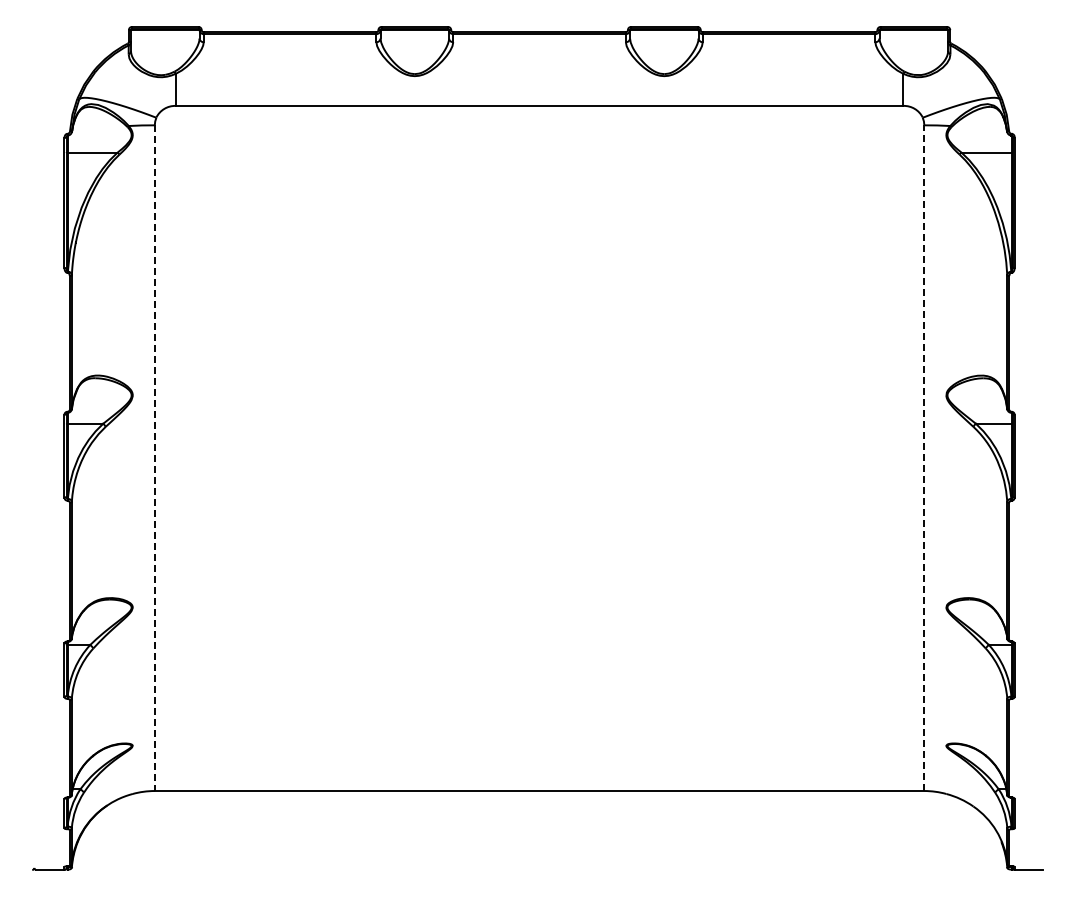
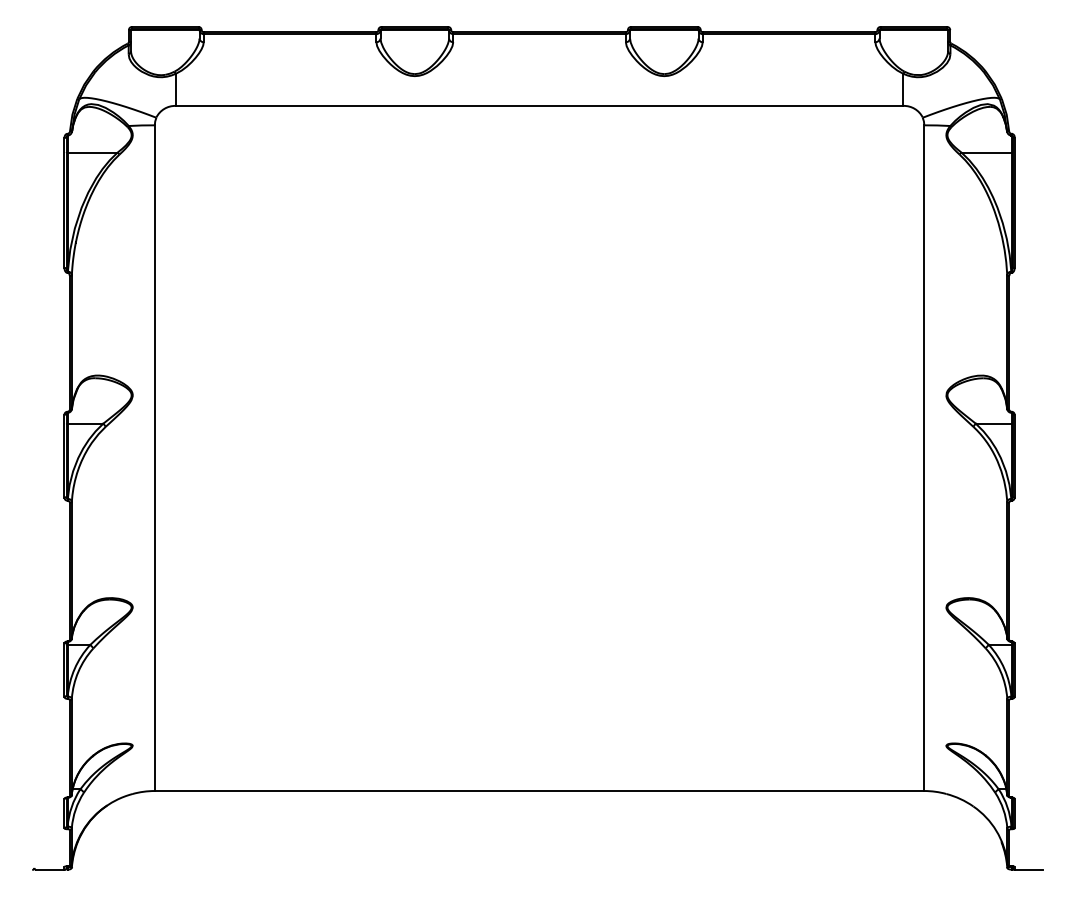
line at (154, 458): dashed -> solid
line at (924, 458): dashed -> solid
